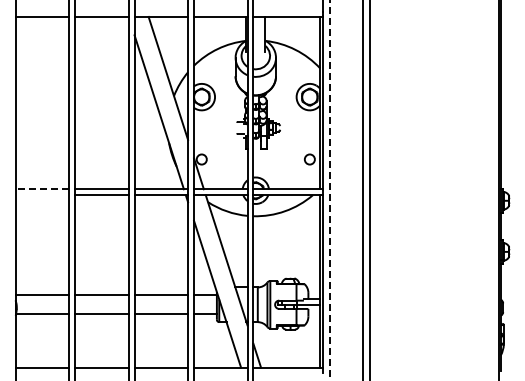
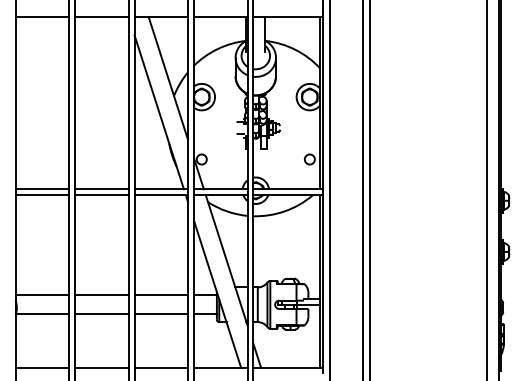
line at (42, 189): dashed -> solid
line at (486, 189): none -> present
line at (329, 190): dashed -> solid
line at (42, 195): none -> present
